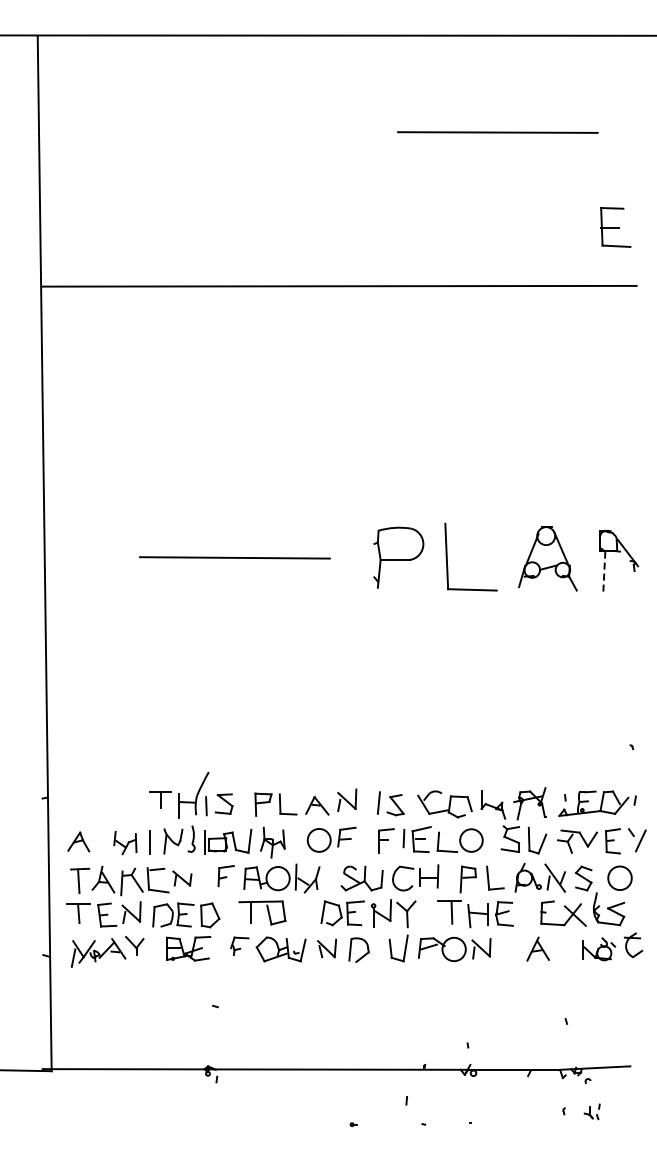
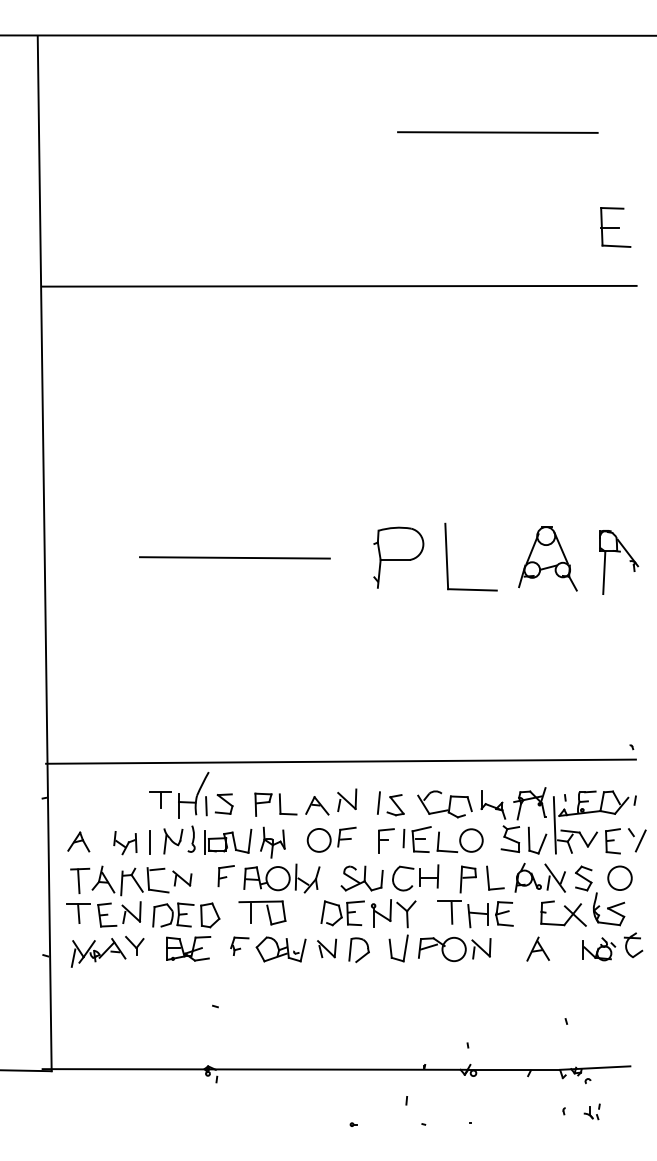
line at (604, 573): dashed -> solid
line at (340, 761): none -> present
line at (554, 825): none -> present
